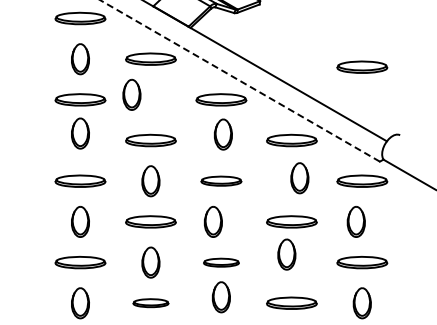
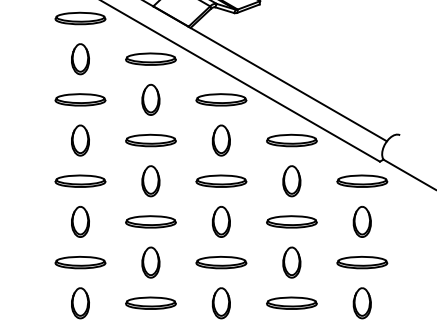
part at (362, 66): present -> none
line at (239, 80): dashed -> solid
part at (131, 94) position: (131, 94) -> (150, 99)
part at (80, 133) position: (80, 133) -> (80, 140)
part at (223, 134) position: (223, 134) -> (221, 140)
part at (299, 178) position: (299, 178) -> (291, 181)
part at (221, 180) size: 43x12 px -> 53x14 px
part at (213, 221) position: (213, 221) -> (221, 221)
part at (355, 221) position: (355, 221) -> (361, 221)
part at (286, 254) position: (286, 254) -> (291, 262)
part at (221, 262) size: 37x11 px -> 53x14 px
part at (221, 297) position: (221, 297) -> (221, 303)
part at (150, 303) size: 38x11 px -> 52x14 px
